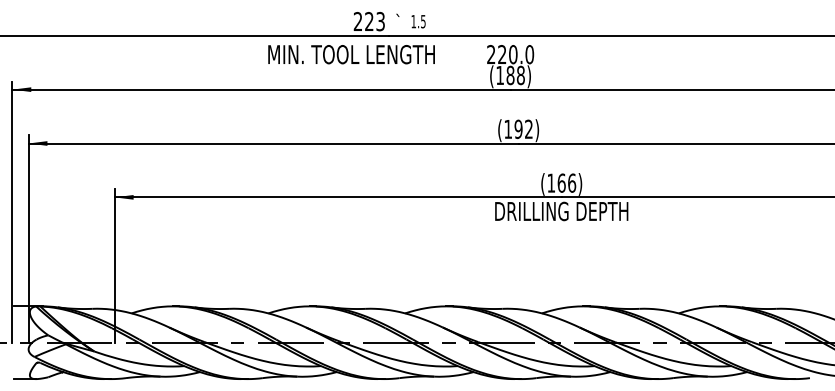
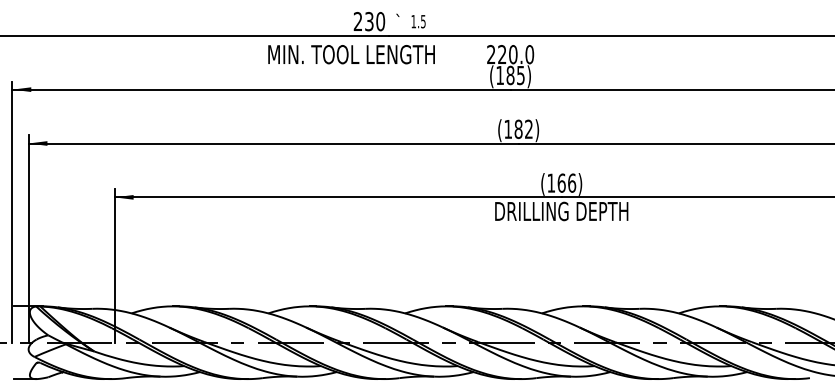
text at (375, 21): 223 -> 230
text at (520, 75): (188) -> (185)
text at (518, 128): (192) -> (182)
